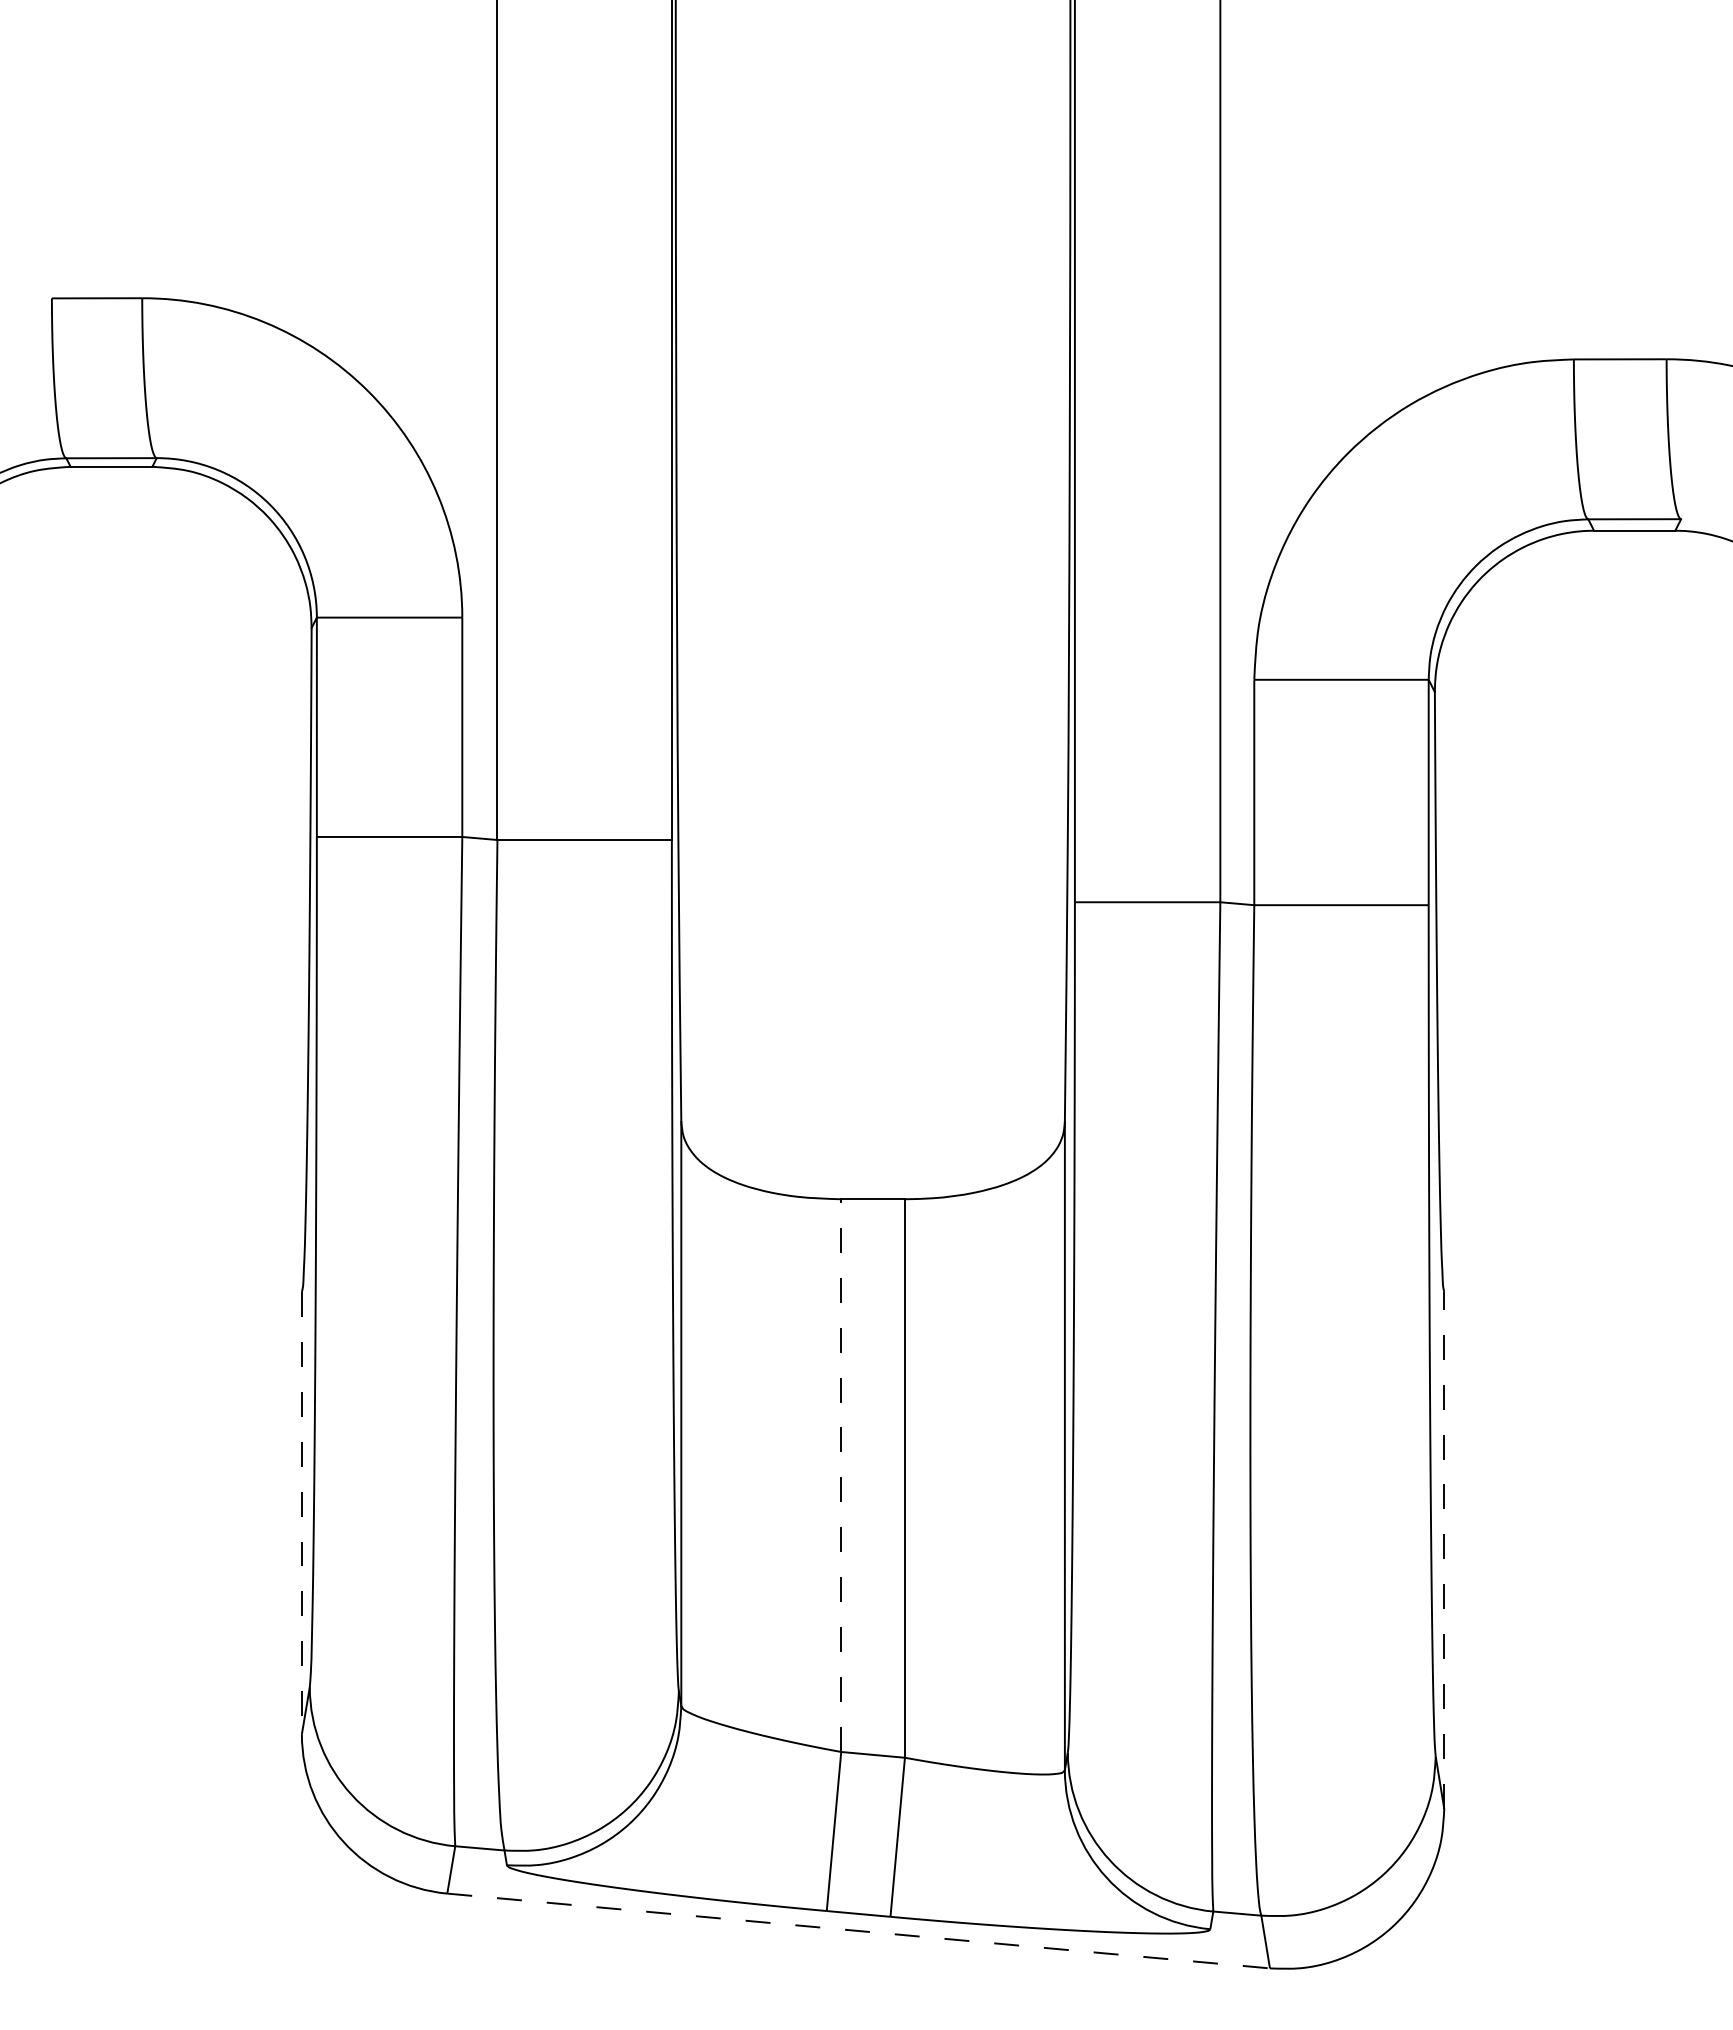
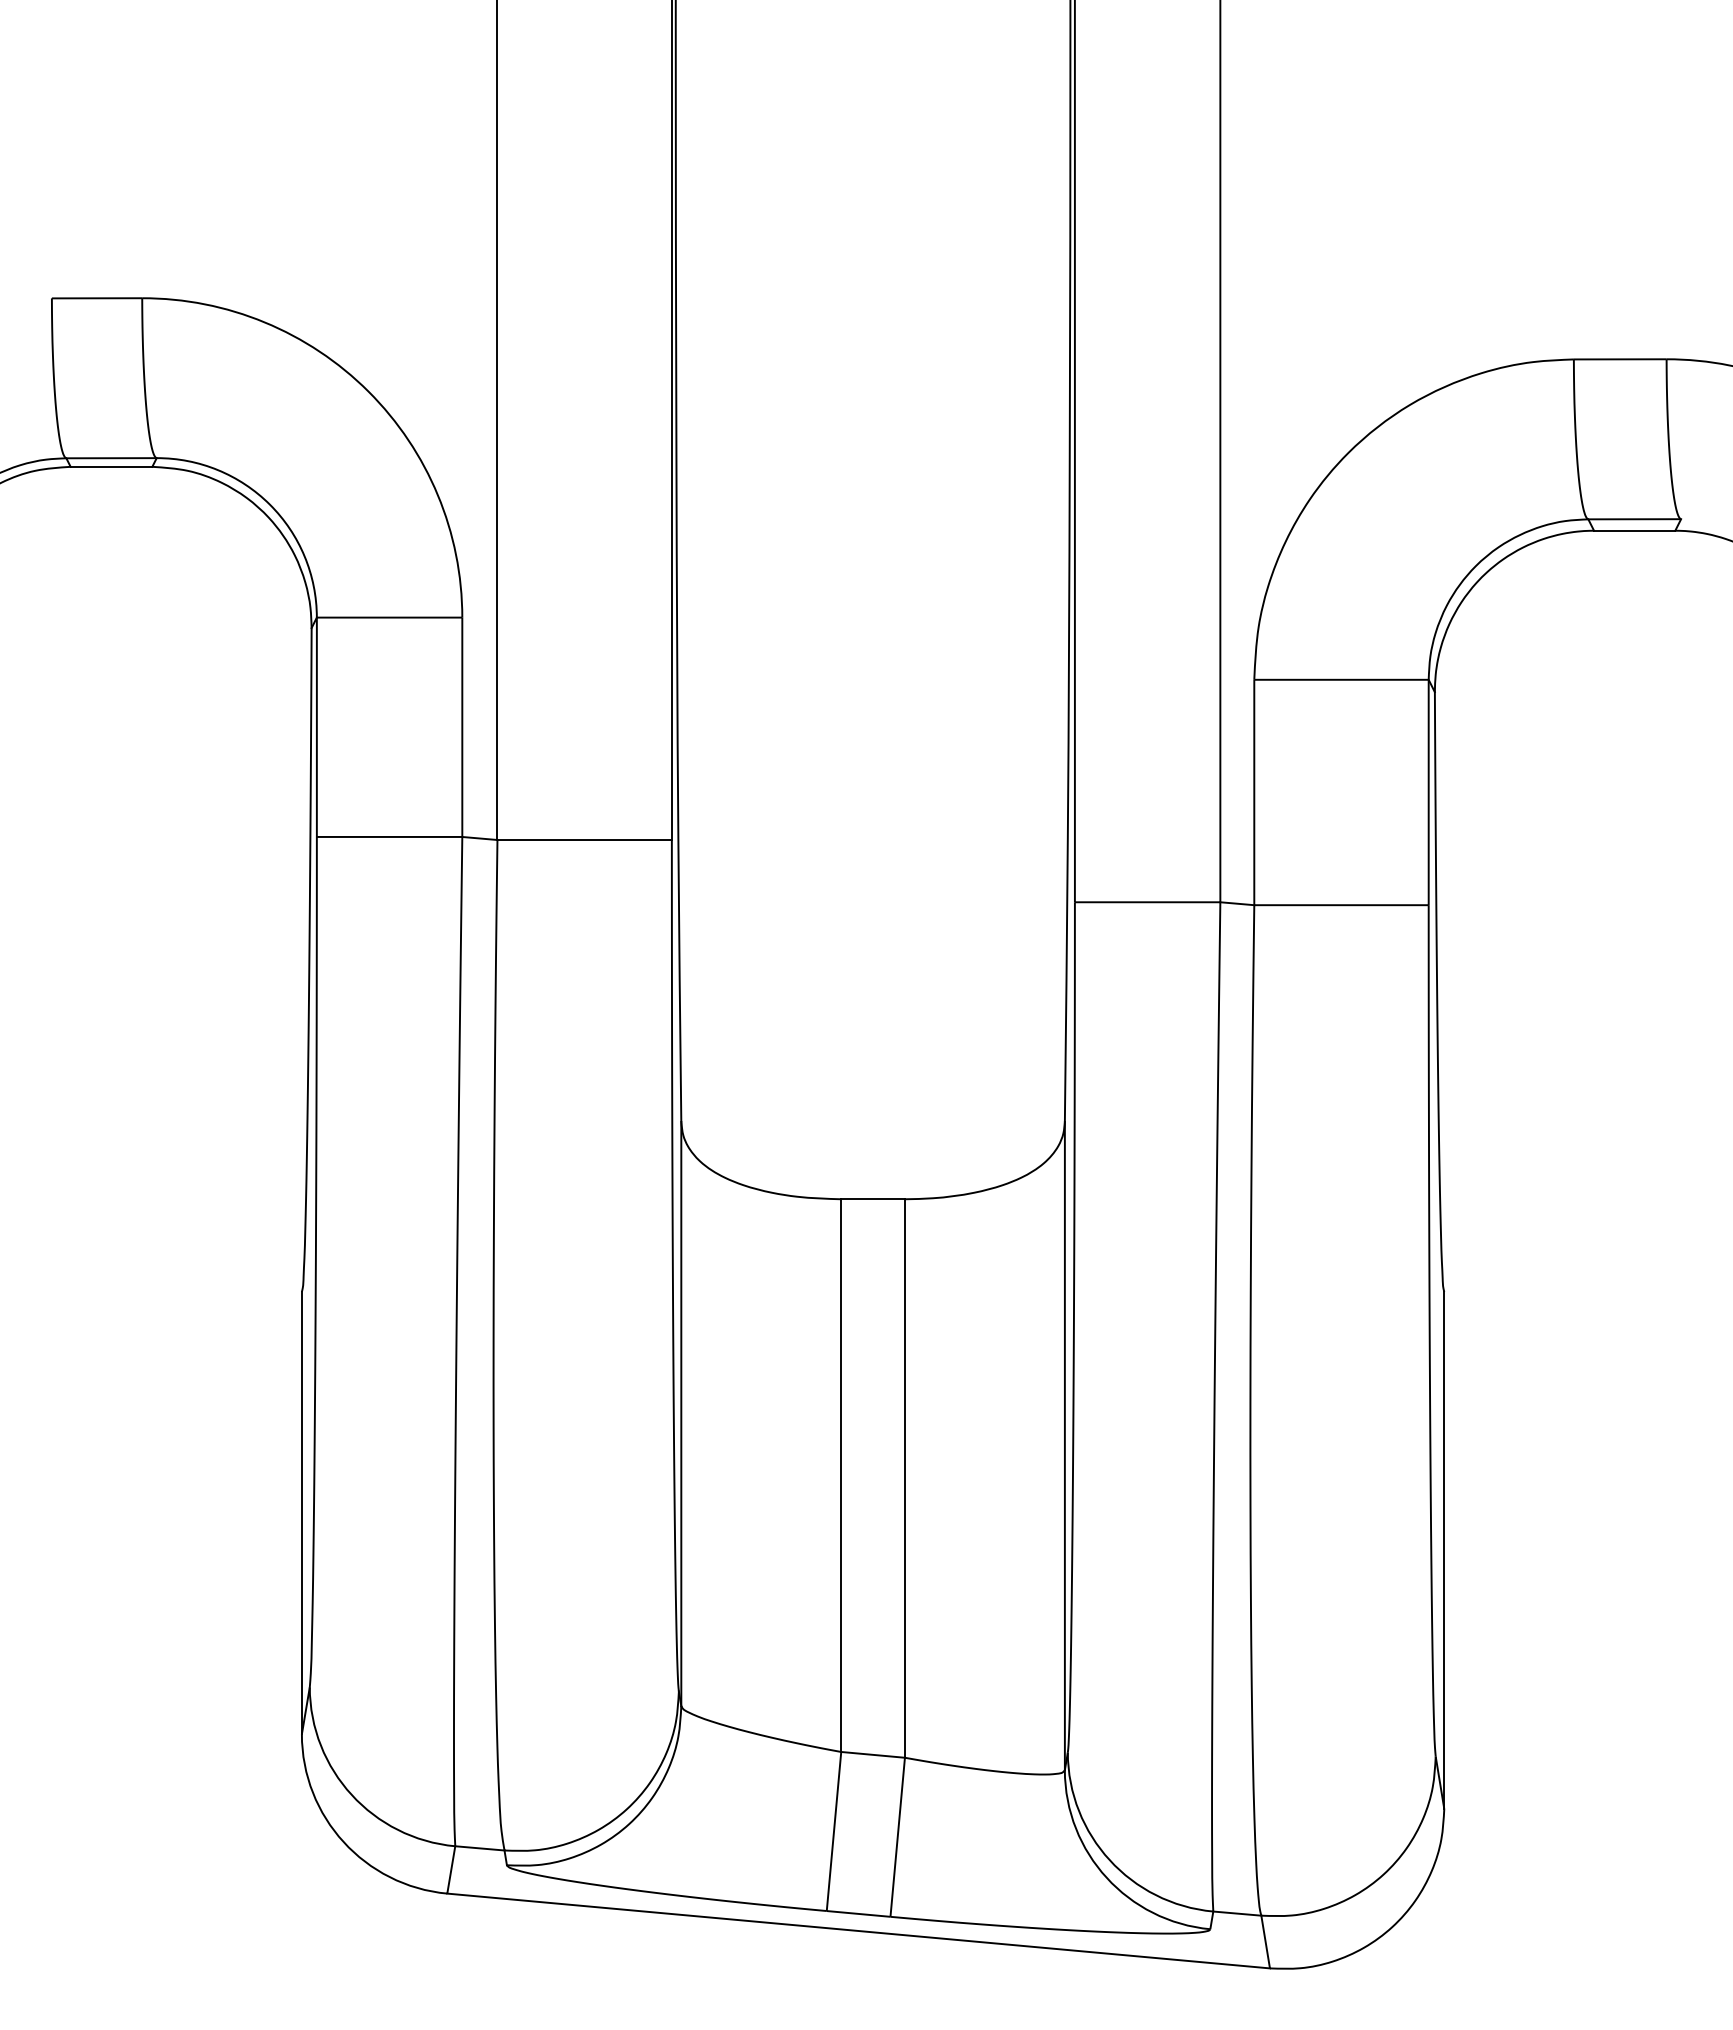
line at (841, 1475): dashed -> solid
line at (301, 1513): dashed -> solid
line at (1444, 1550): dashed -> solid
line at (859, 1931): dashed -> solid
